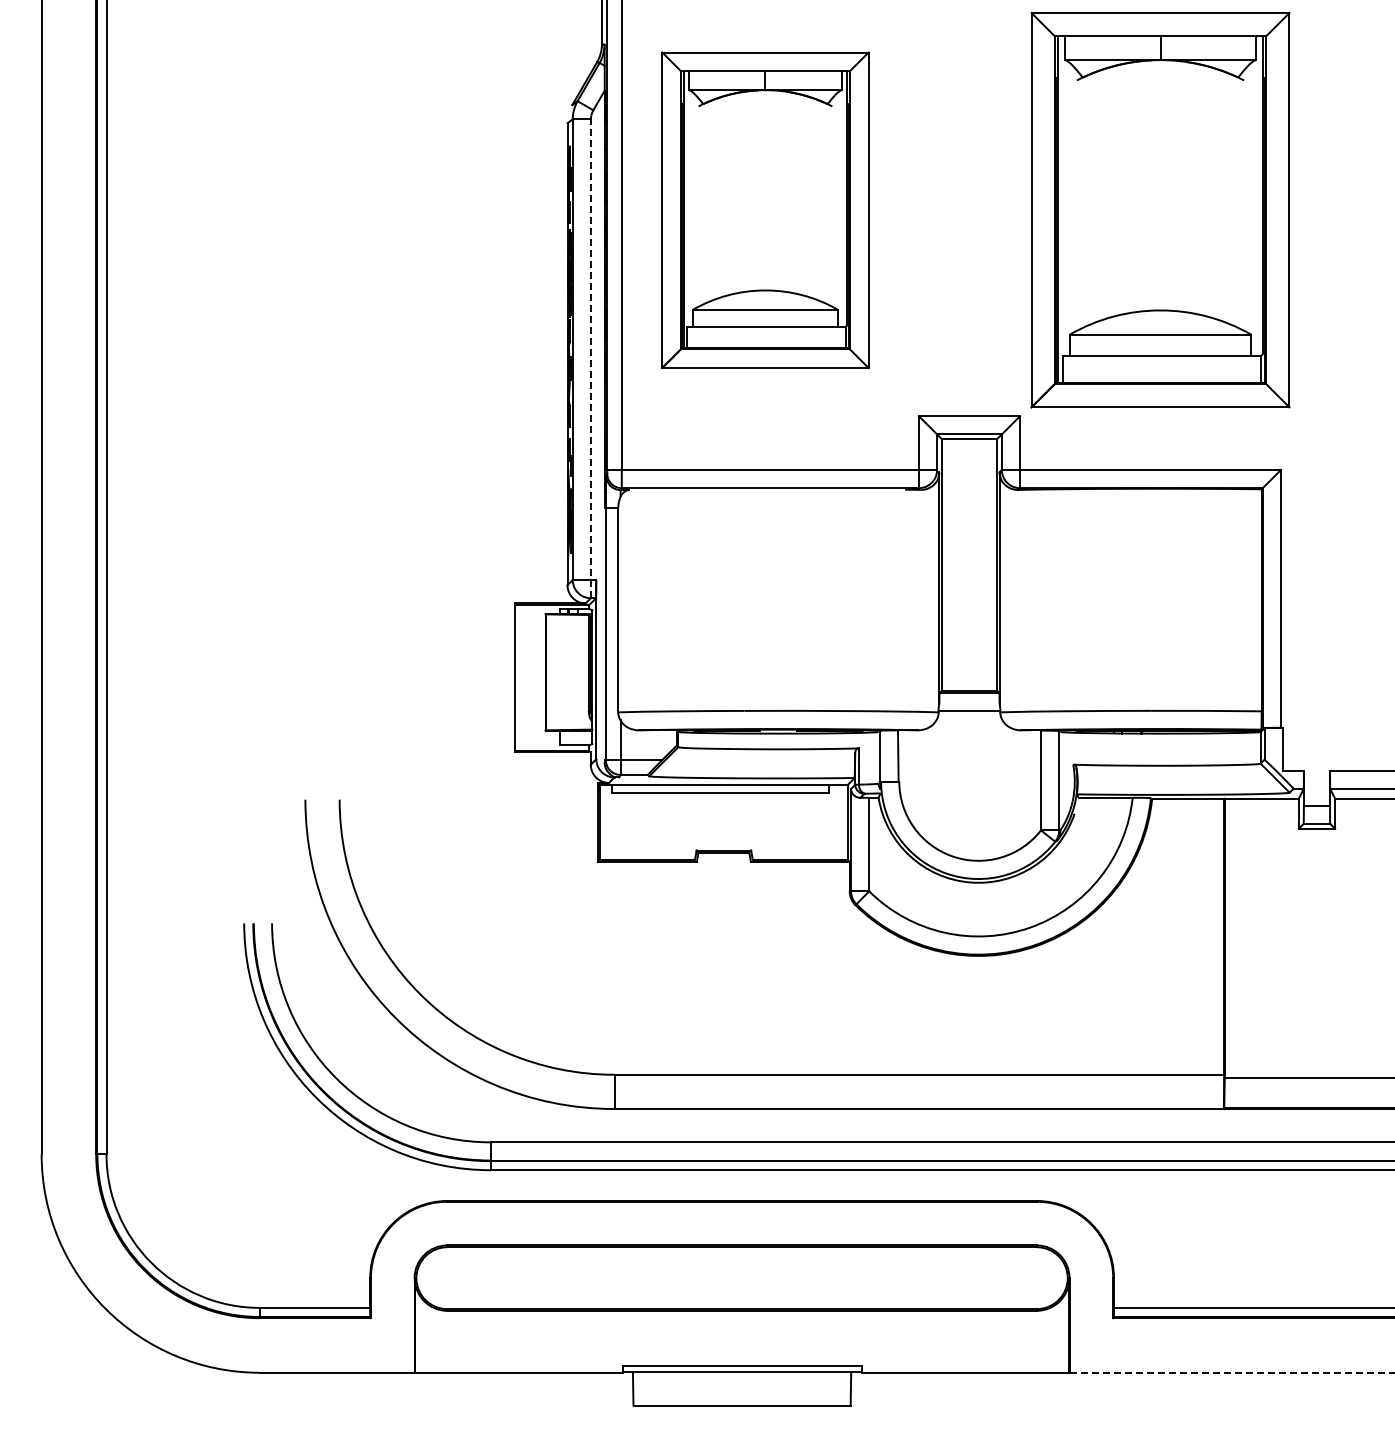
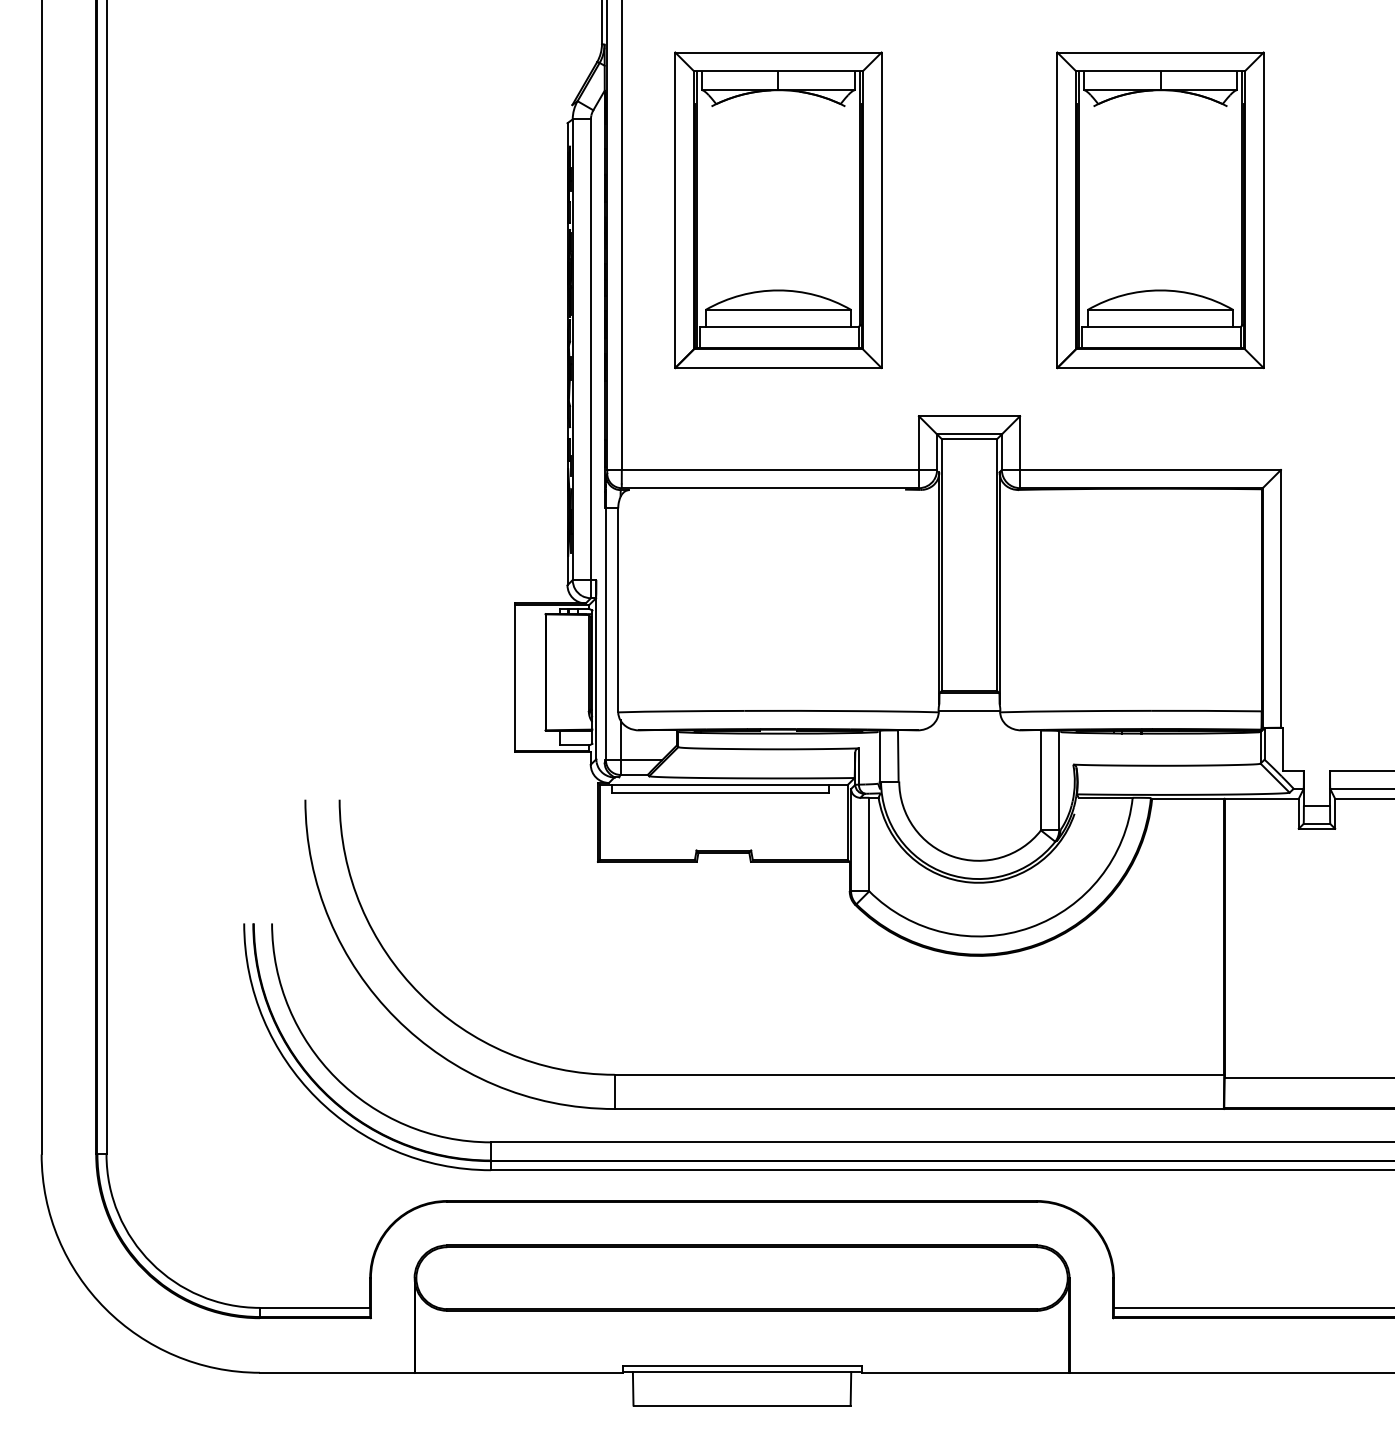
part at (765, 210) position: (765, 210) -> (778, 210)
part at (1160, 210) size: 261x397 px -> 209x319 px
line at (590, 358): dashed -> solid
line at (1232, 1372): dashed -> solid
